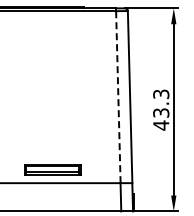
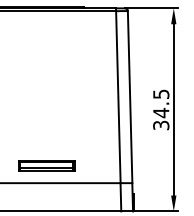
line at (118, 96): dashed -> solid
text at (161, 109): 43.3 -> 34.5
part at (52, 169) position: (52, 169) -> (46, 165)
